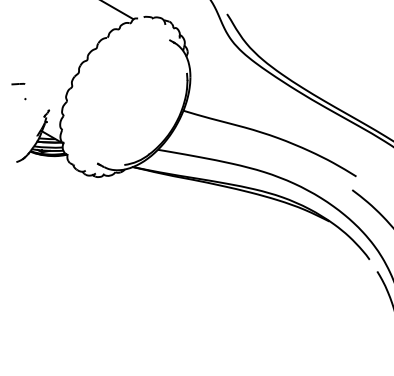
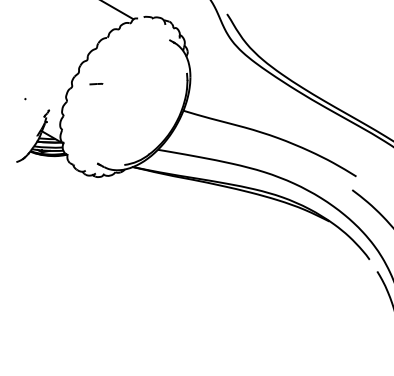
line at (18, 84) position: (18, 84) -> (96, 84)
